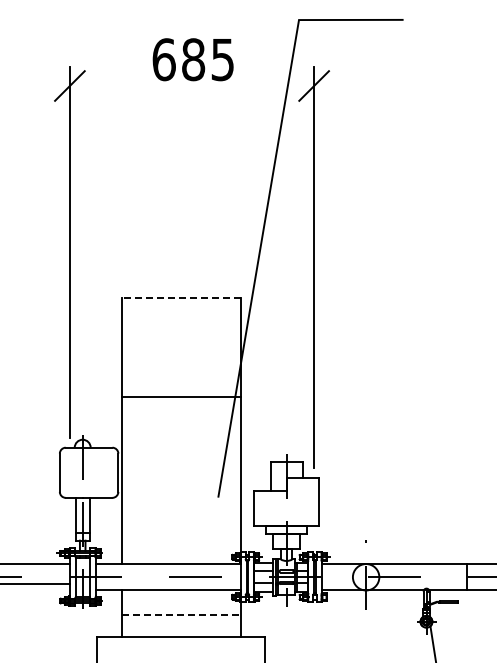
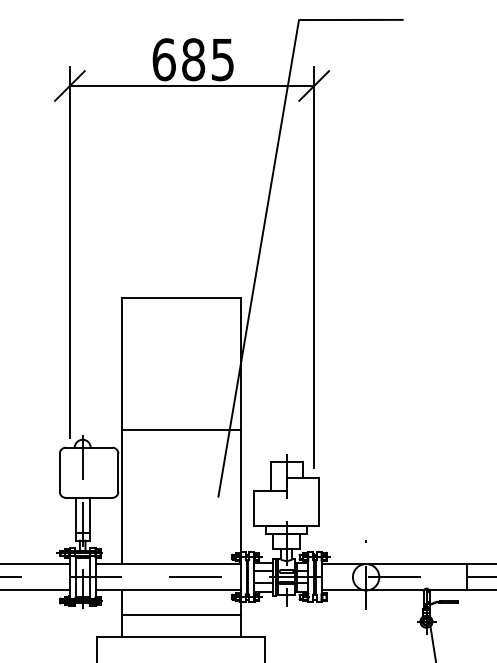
line at (191, 86): none -> present
line at (180, 297): dashed -> solid
line at (180, 396) position: (180, 396) -> (180, 429)
line at (35, 584) position: (35, 584) -> (35, 590)
line at (181, 615): dashed -> solid
